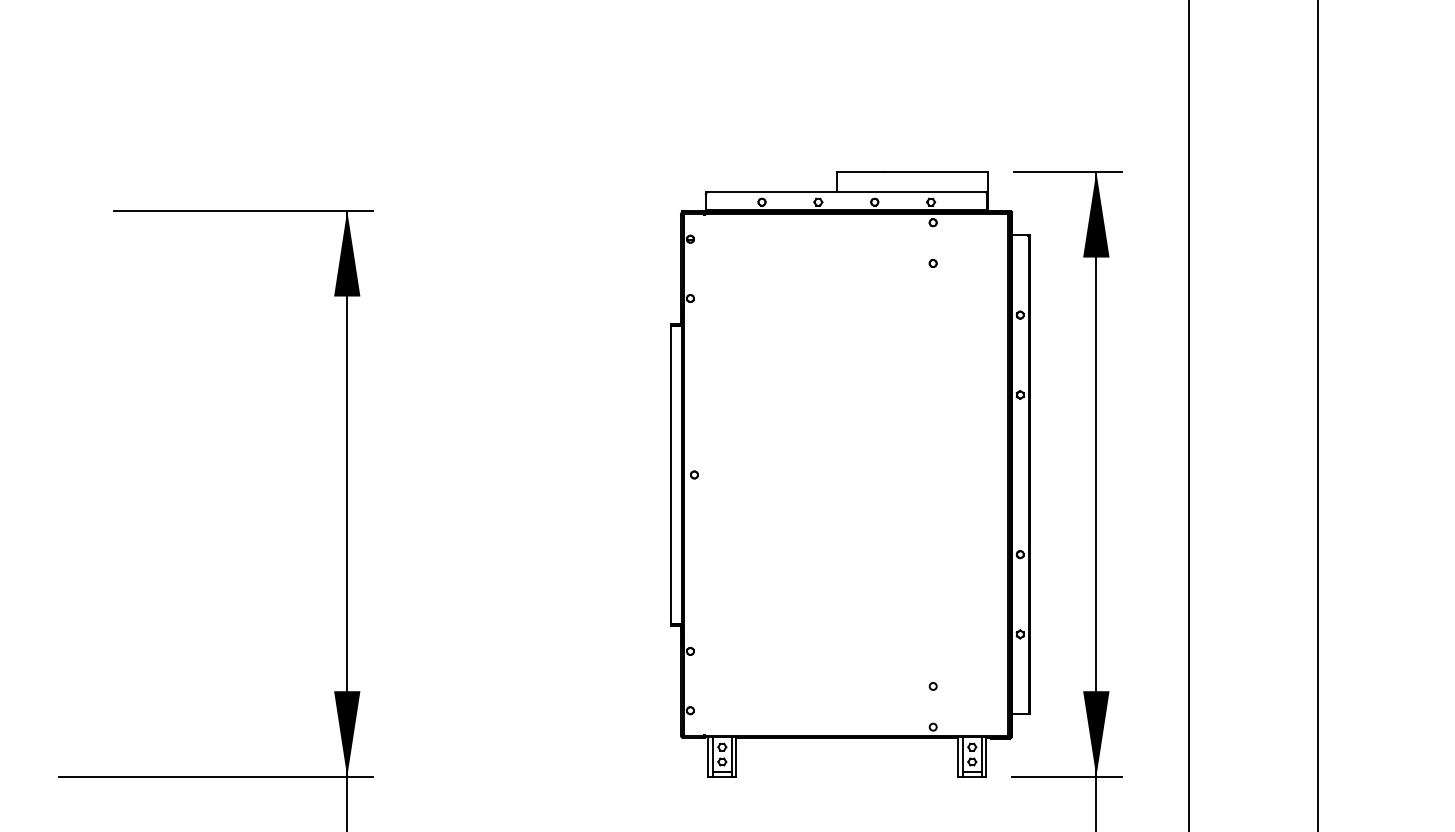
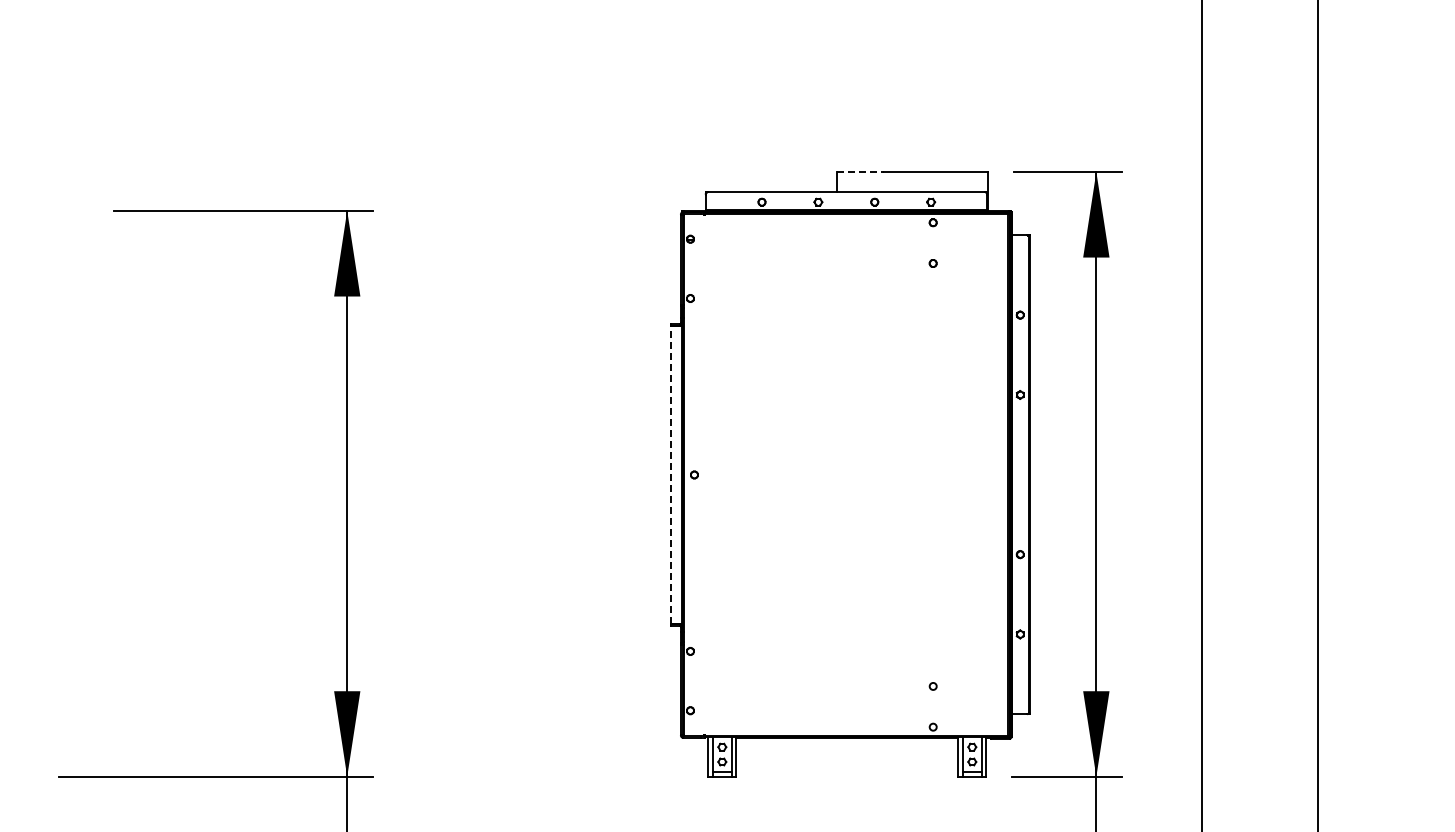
line at (861, 171): solid -> dashed
line at (1188, 415) position: (1188, 415) -> (1201, 415)
line at (671, 474): solid -> dashed
